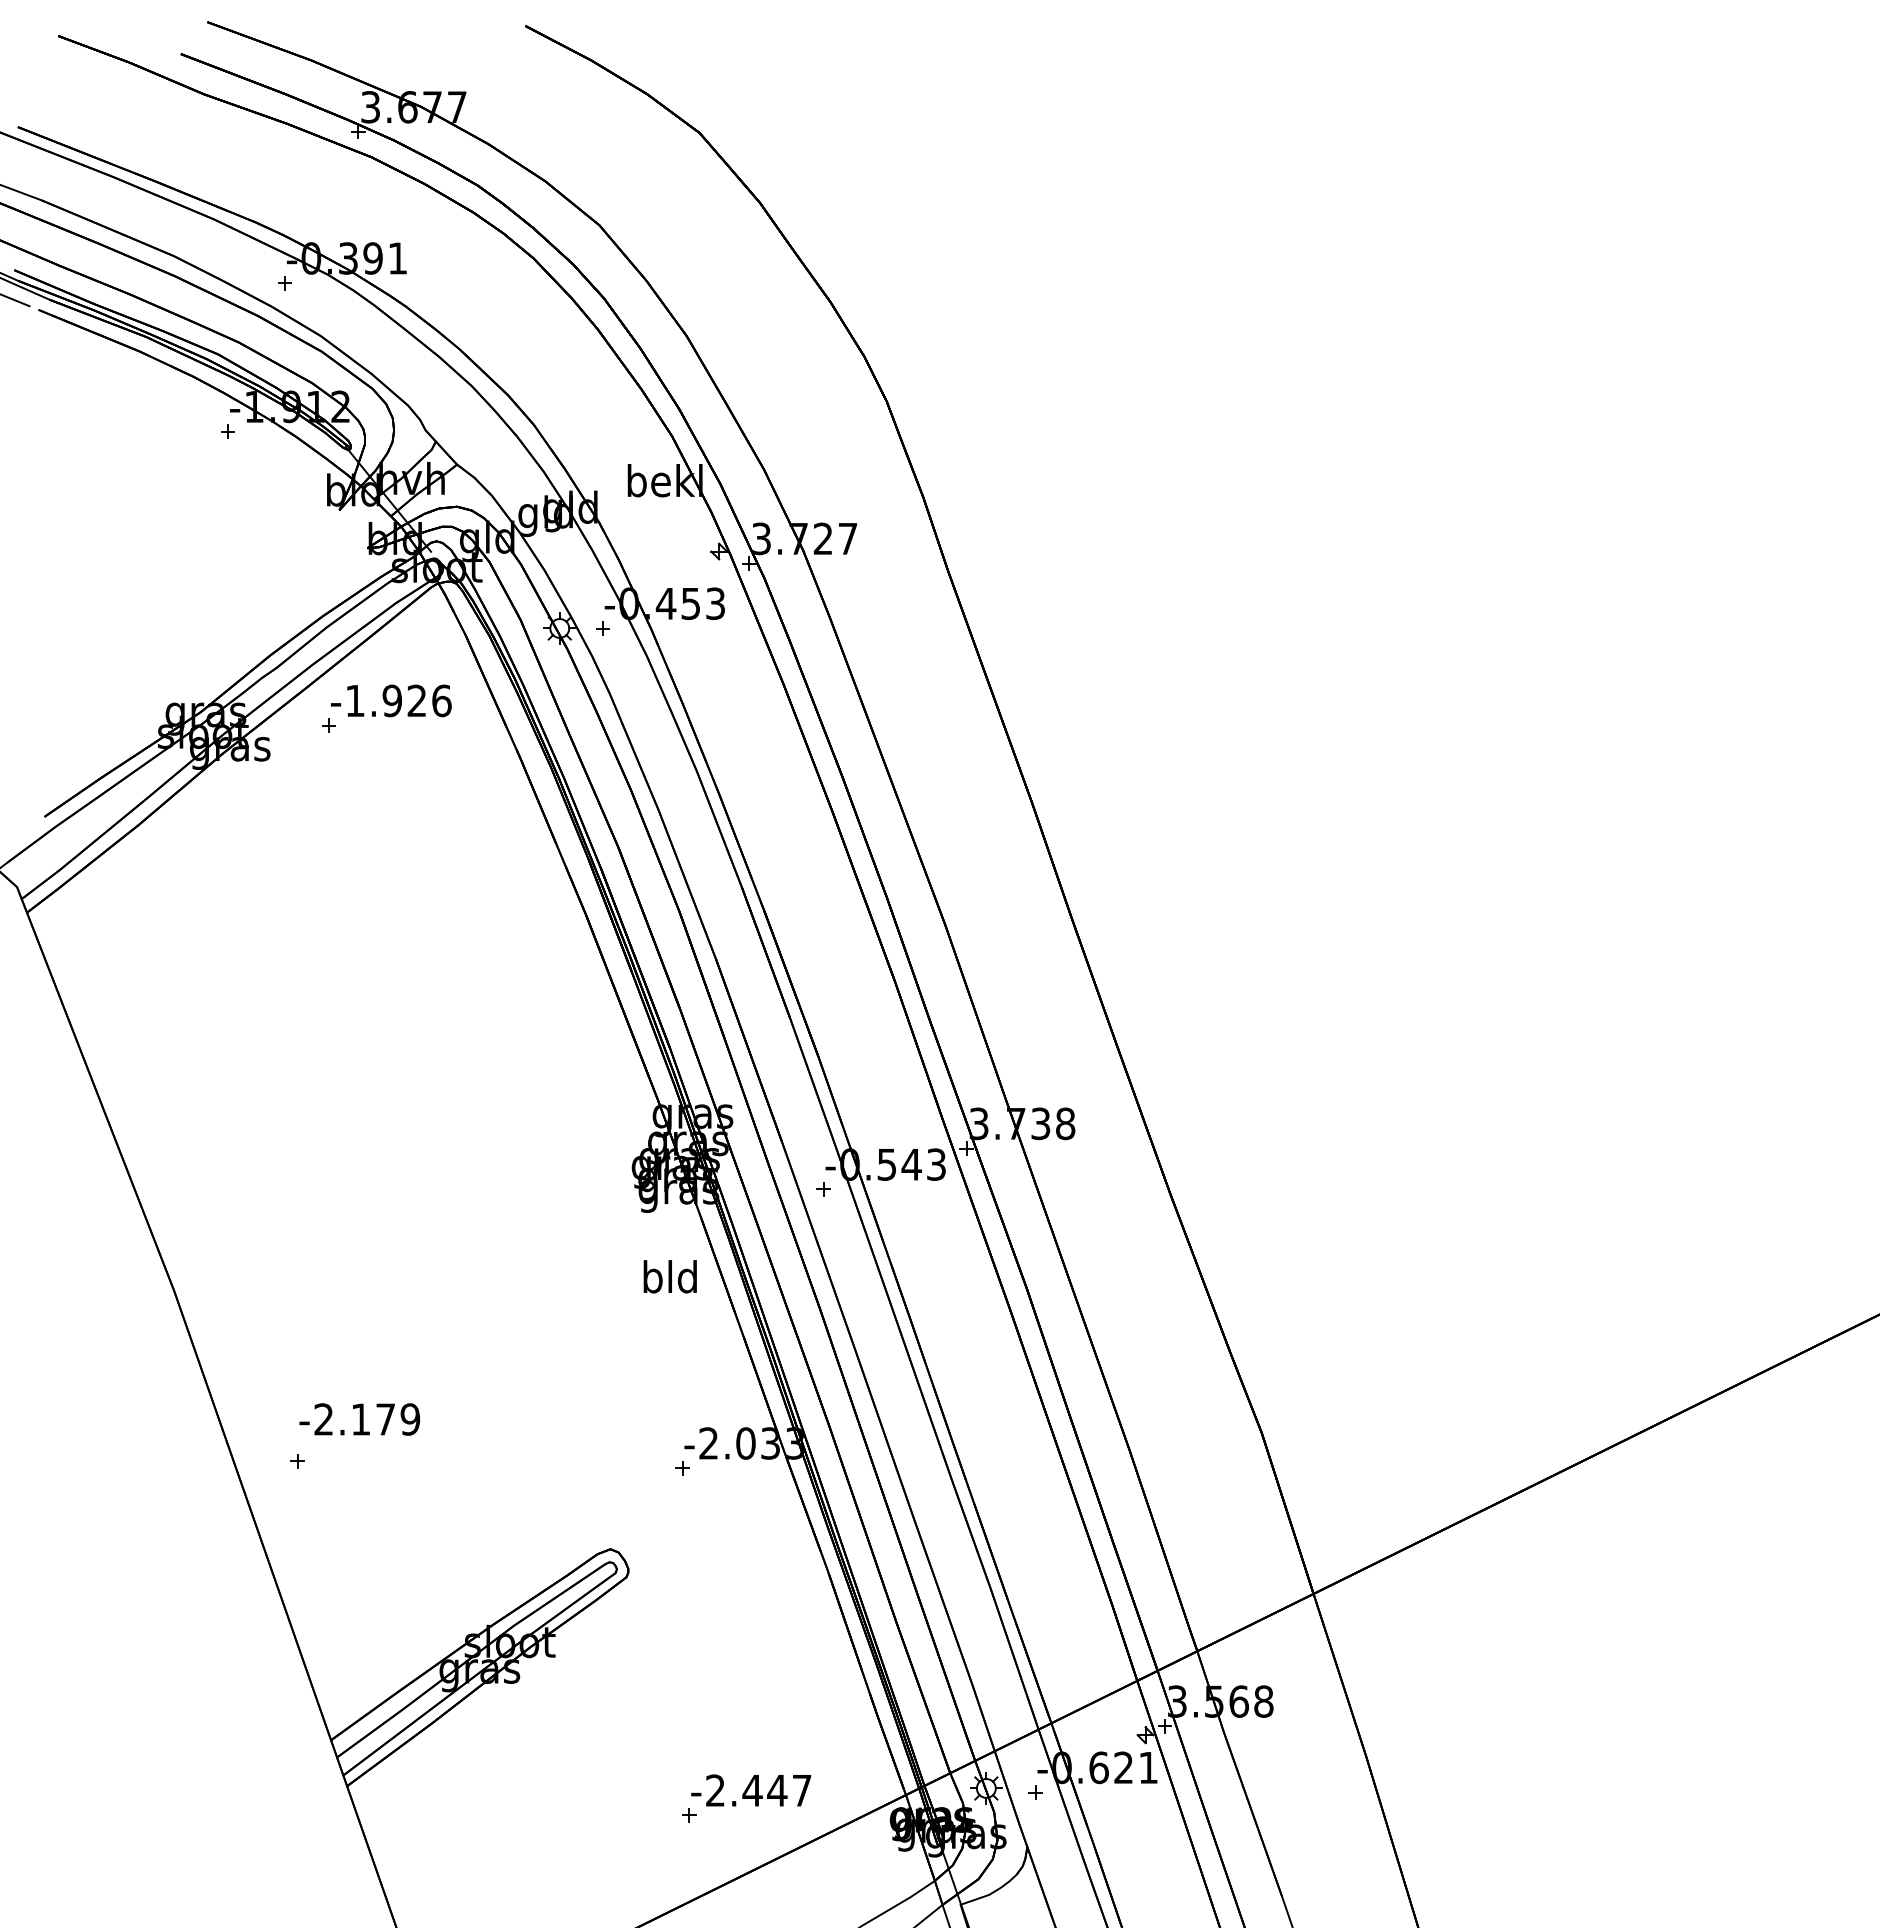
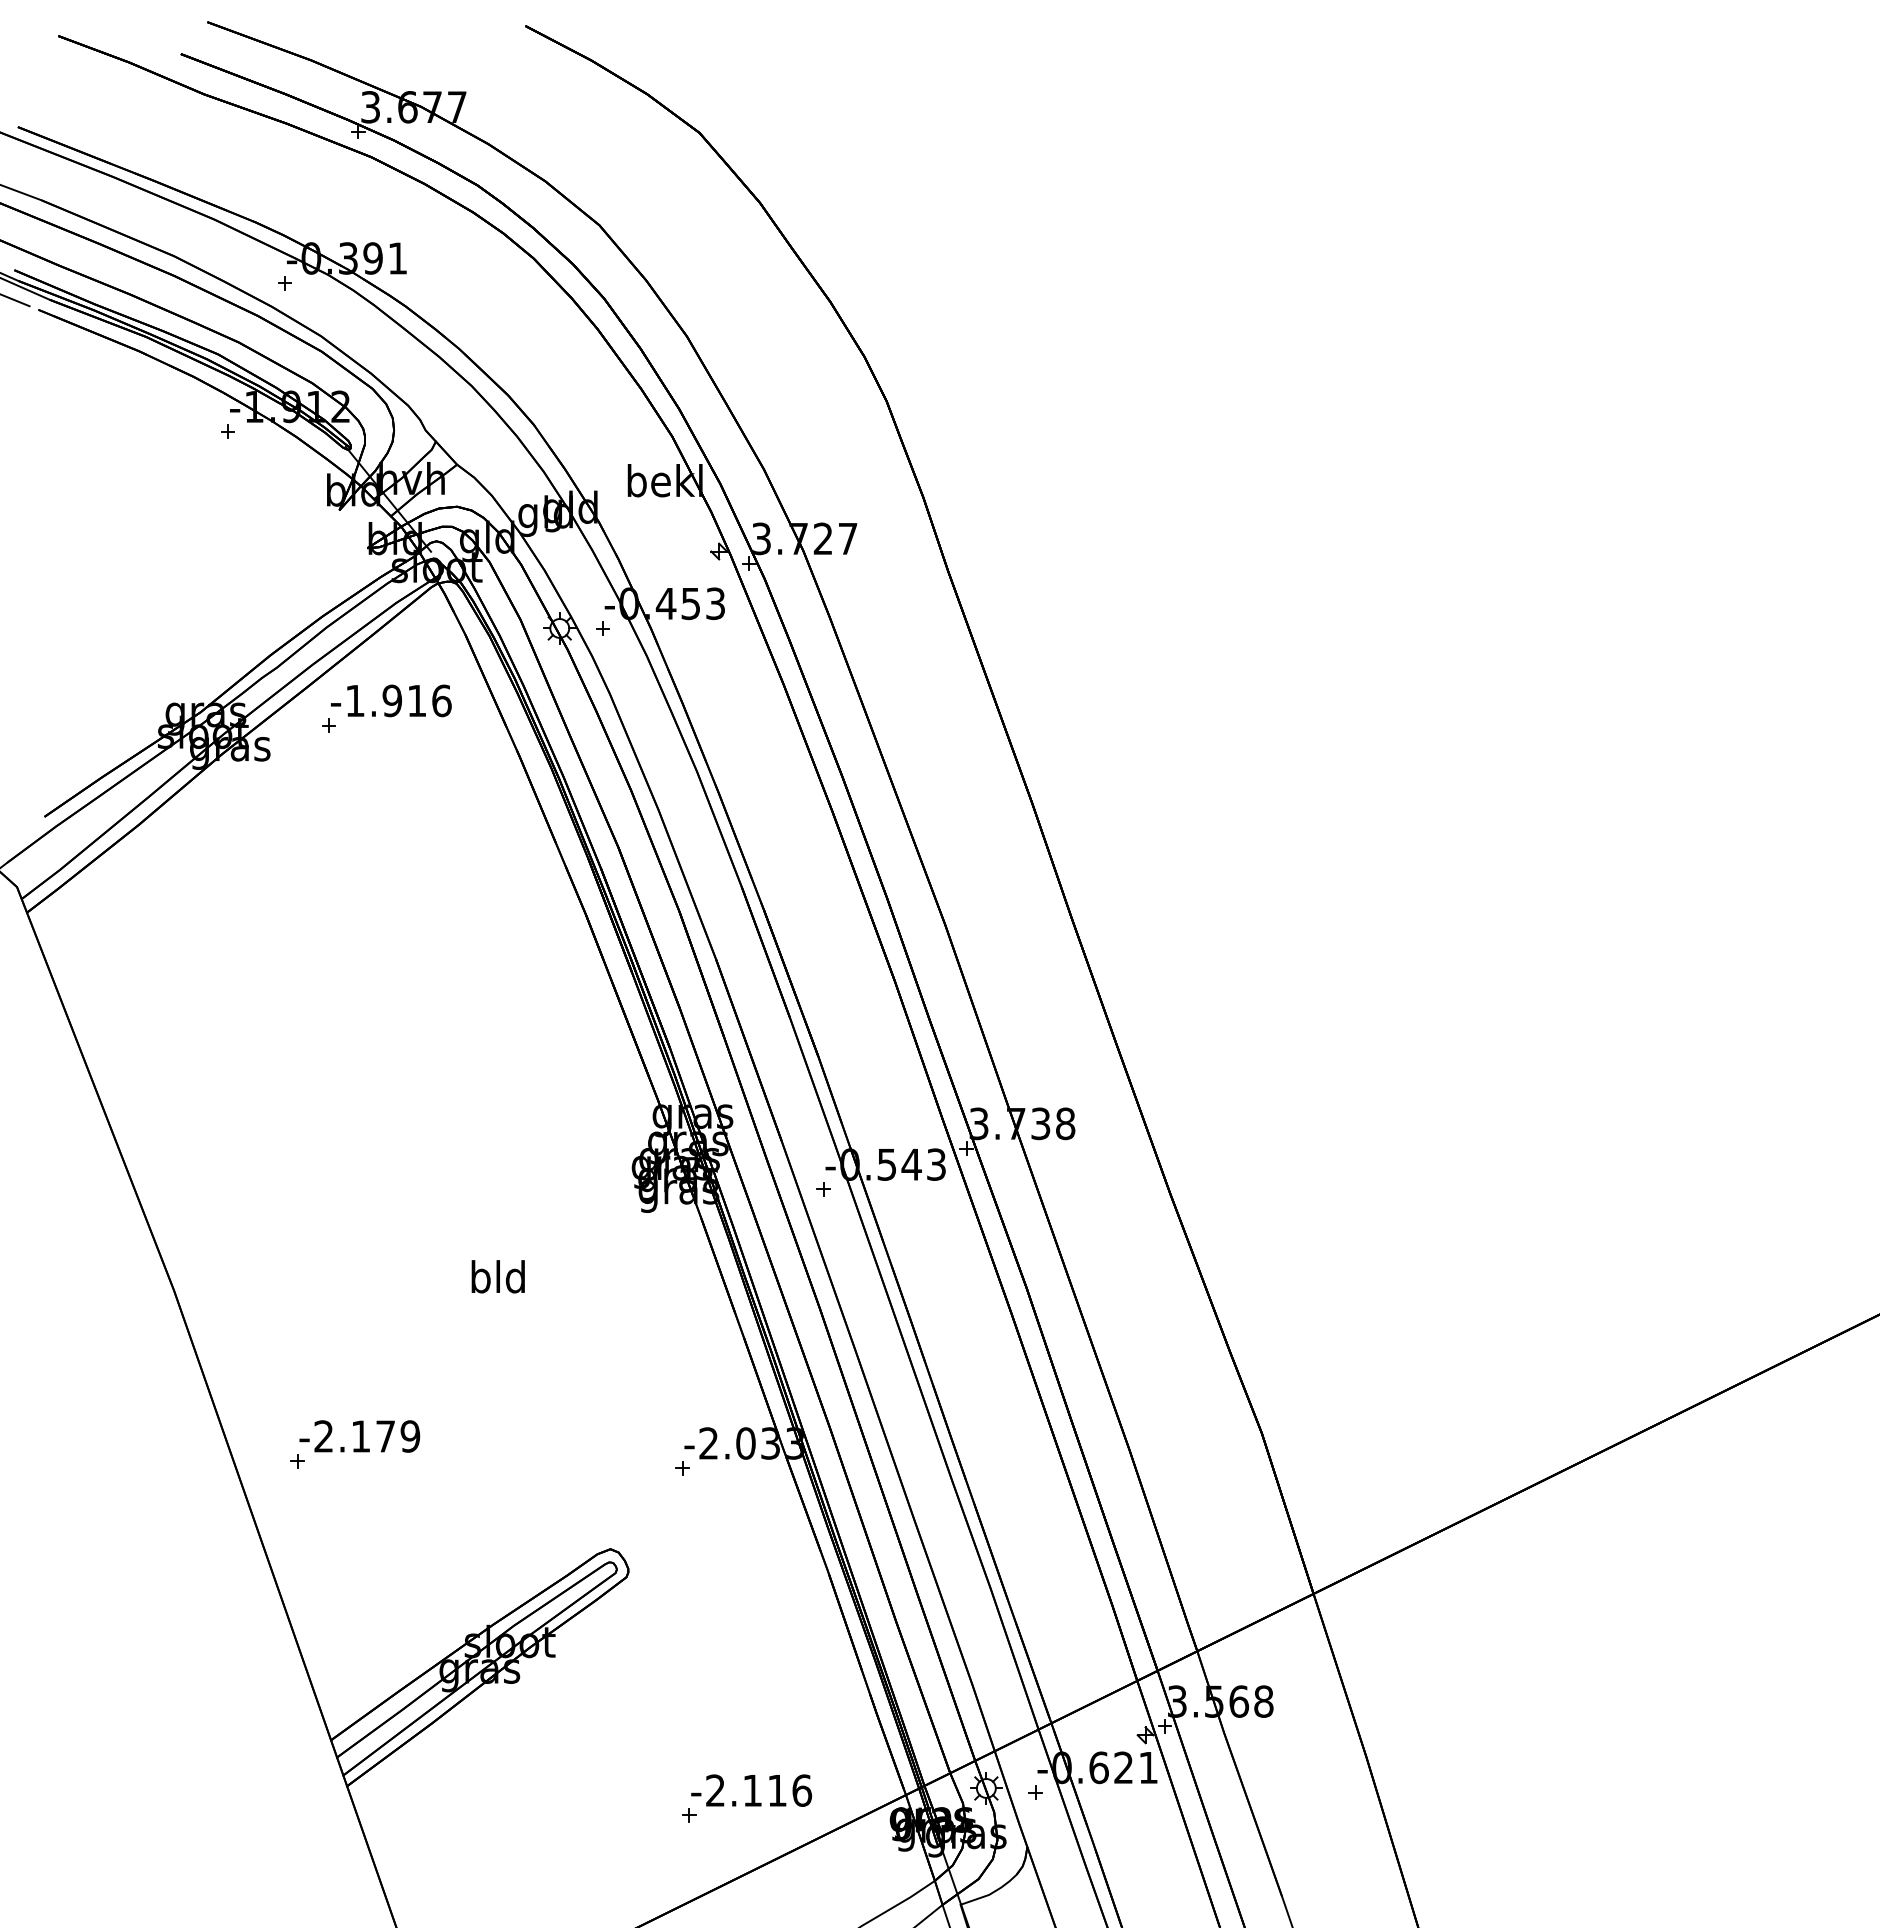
text at (416, 700): -1.926 -> -1.916
text at (669, 1276) position: (669, 1276) -> (497, 1276)
text at (359, 1419) position: (359, 1419) -> (359, 1436)
text at (777, 1790): -2.447 -> -2.116
